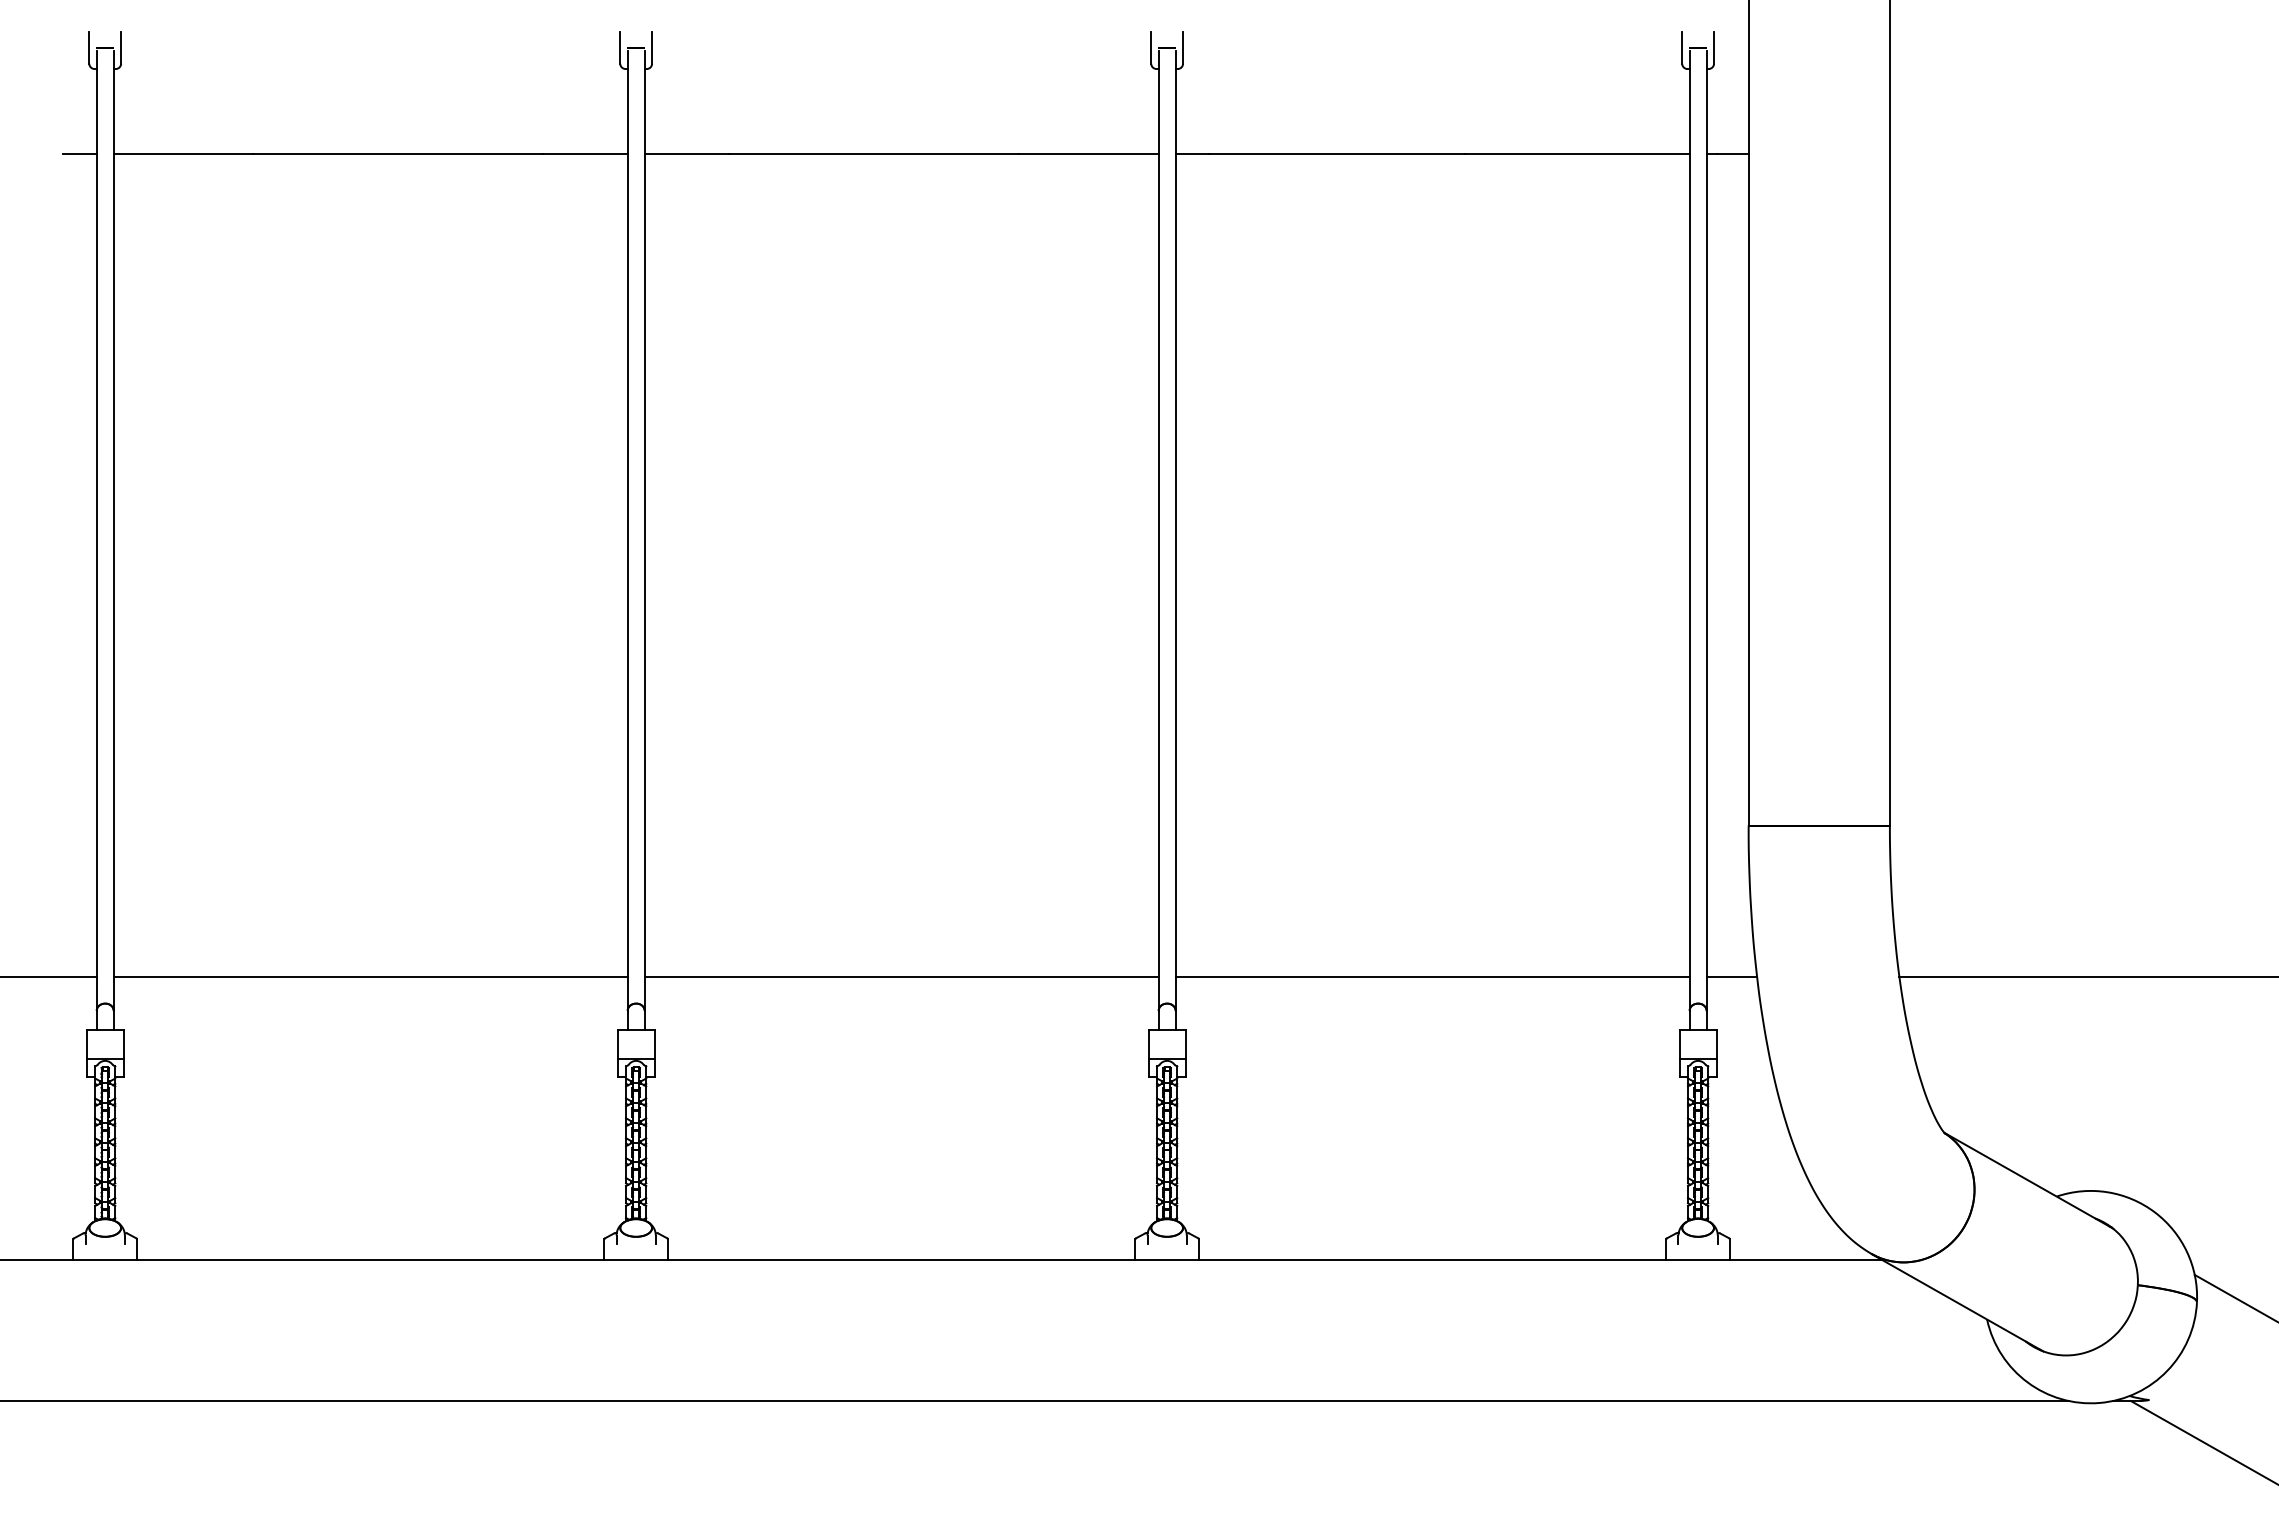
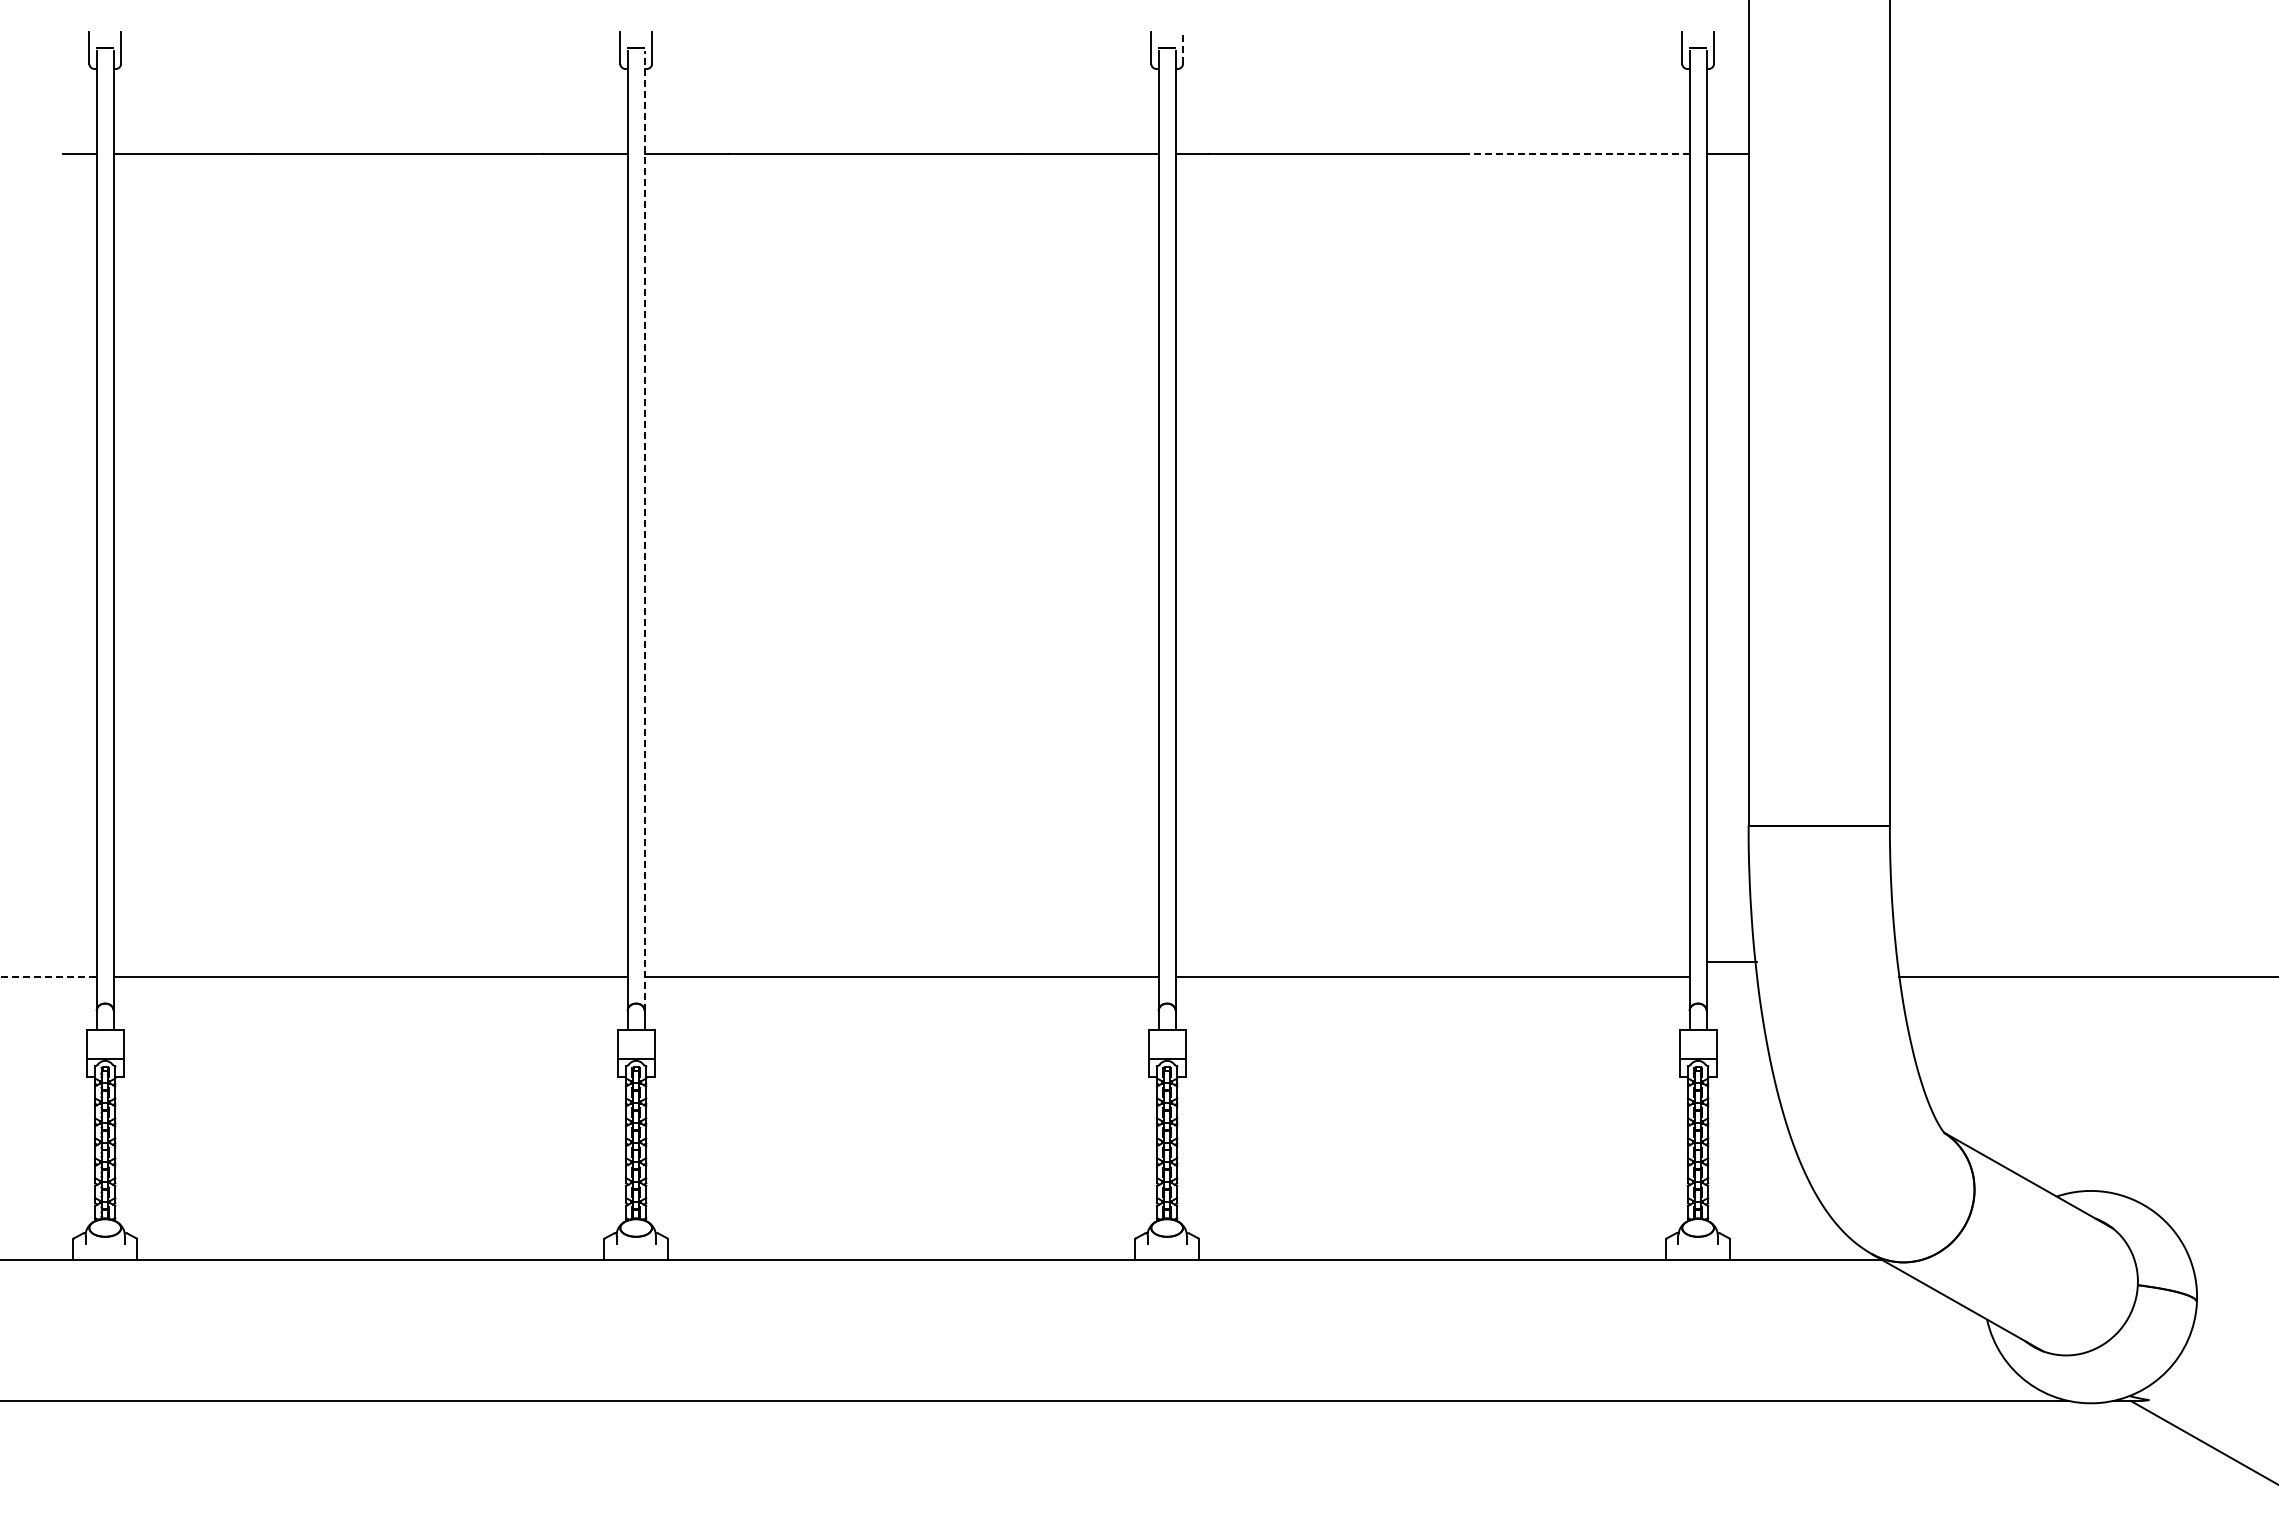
line at (1183, 47): solid -> dashed
line at (1576, 153): solid -> dashed
line at (644, 530): solid -> dashed
line at (48, 976): solid -> dashed
line at (1731, 976) position: (1731, 976) -> (1731, 961)
line at (2234, 1297): present -> none
